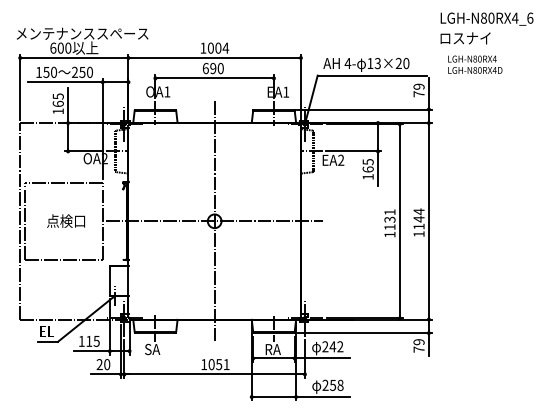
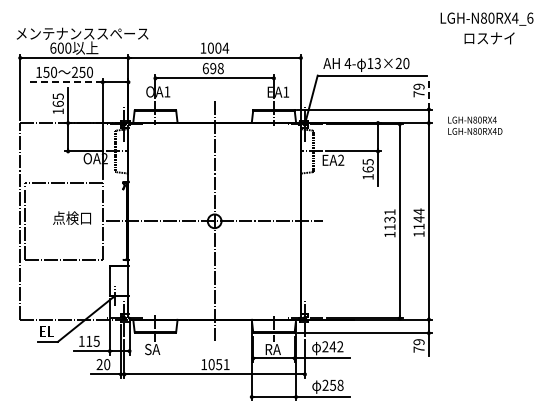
text at (465, 38) position: (465, 38) -> (489, 38)
text at (475, 64) position: (475, 64) -> (475, 125)
text at (220, 68): 690 -> 698
line at (65, 82): solid -> dashed
line at (428, 93): solid -> dashed
text at (65, 220) position: (65, 220) -> (71, 217)
